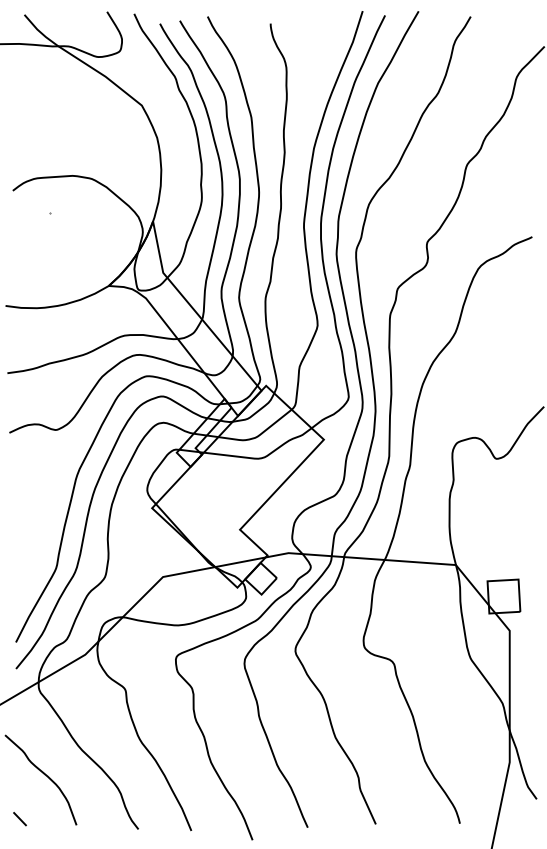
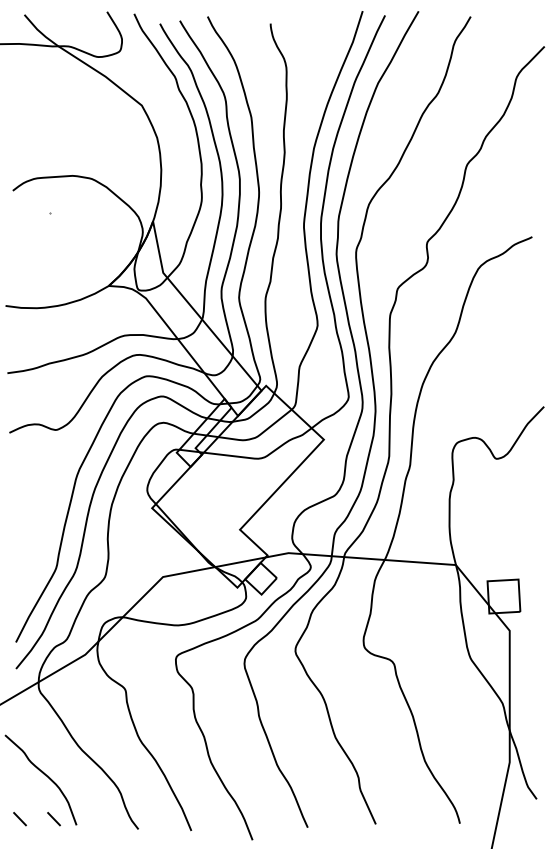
line at (53, 819): none -> present
